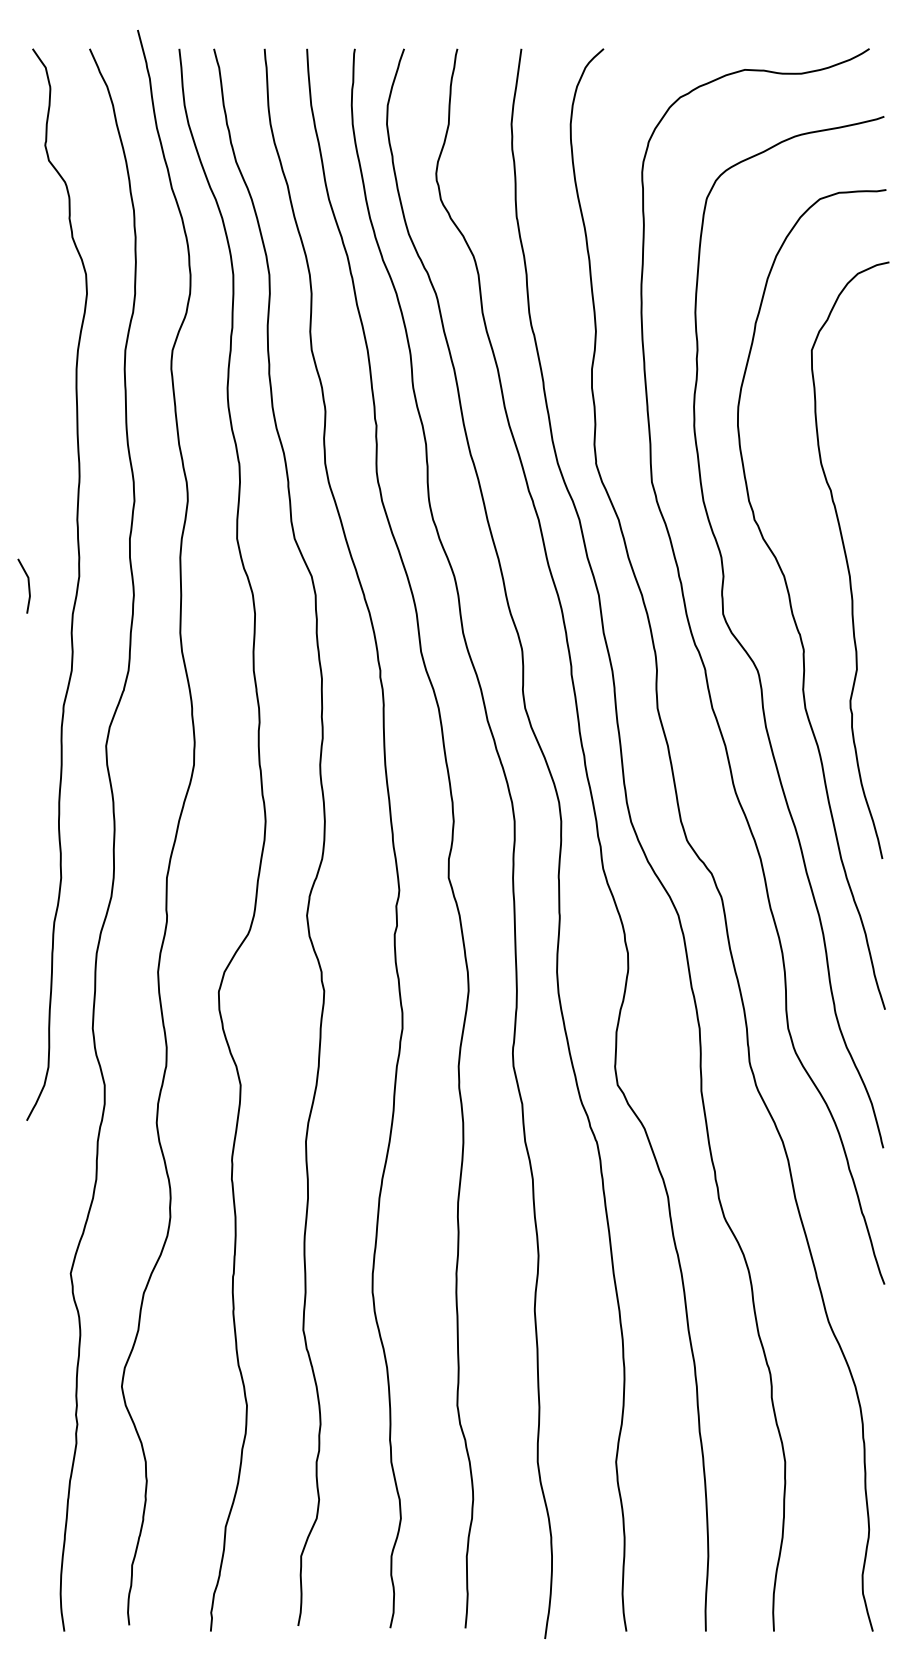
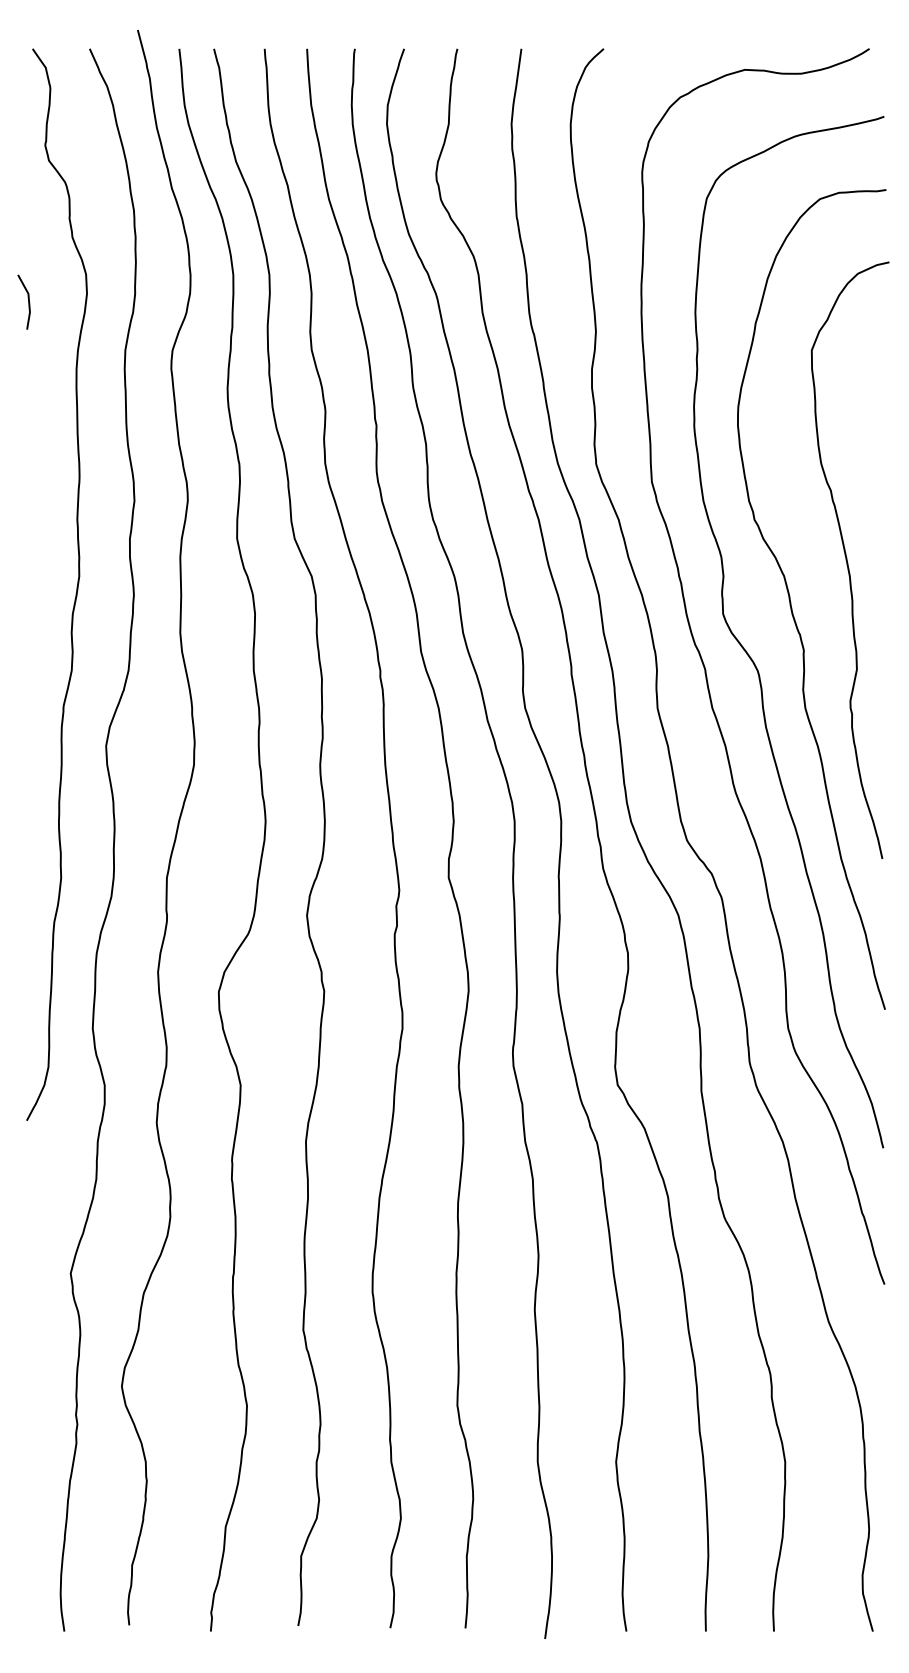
line at (27, 582) position: (27, 582) -> (27, 298)
